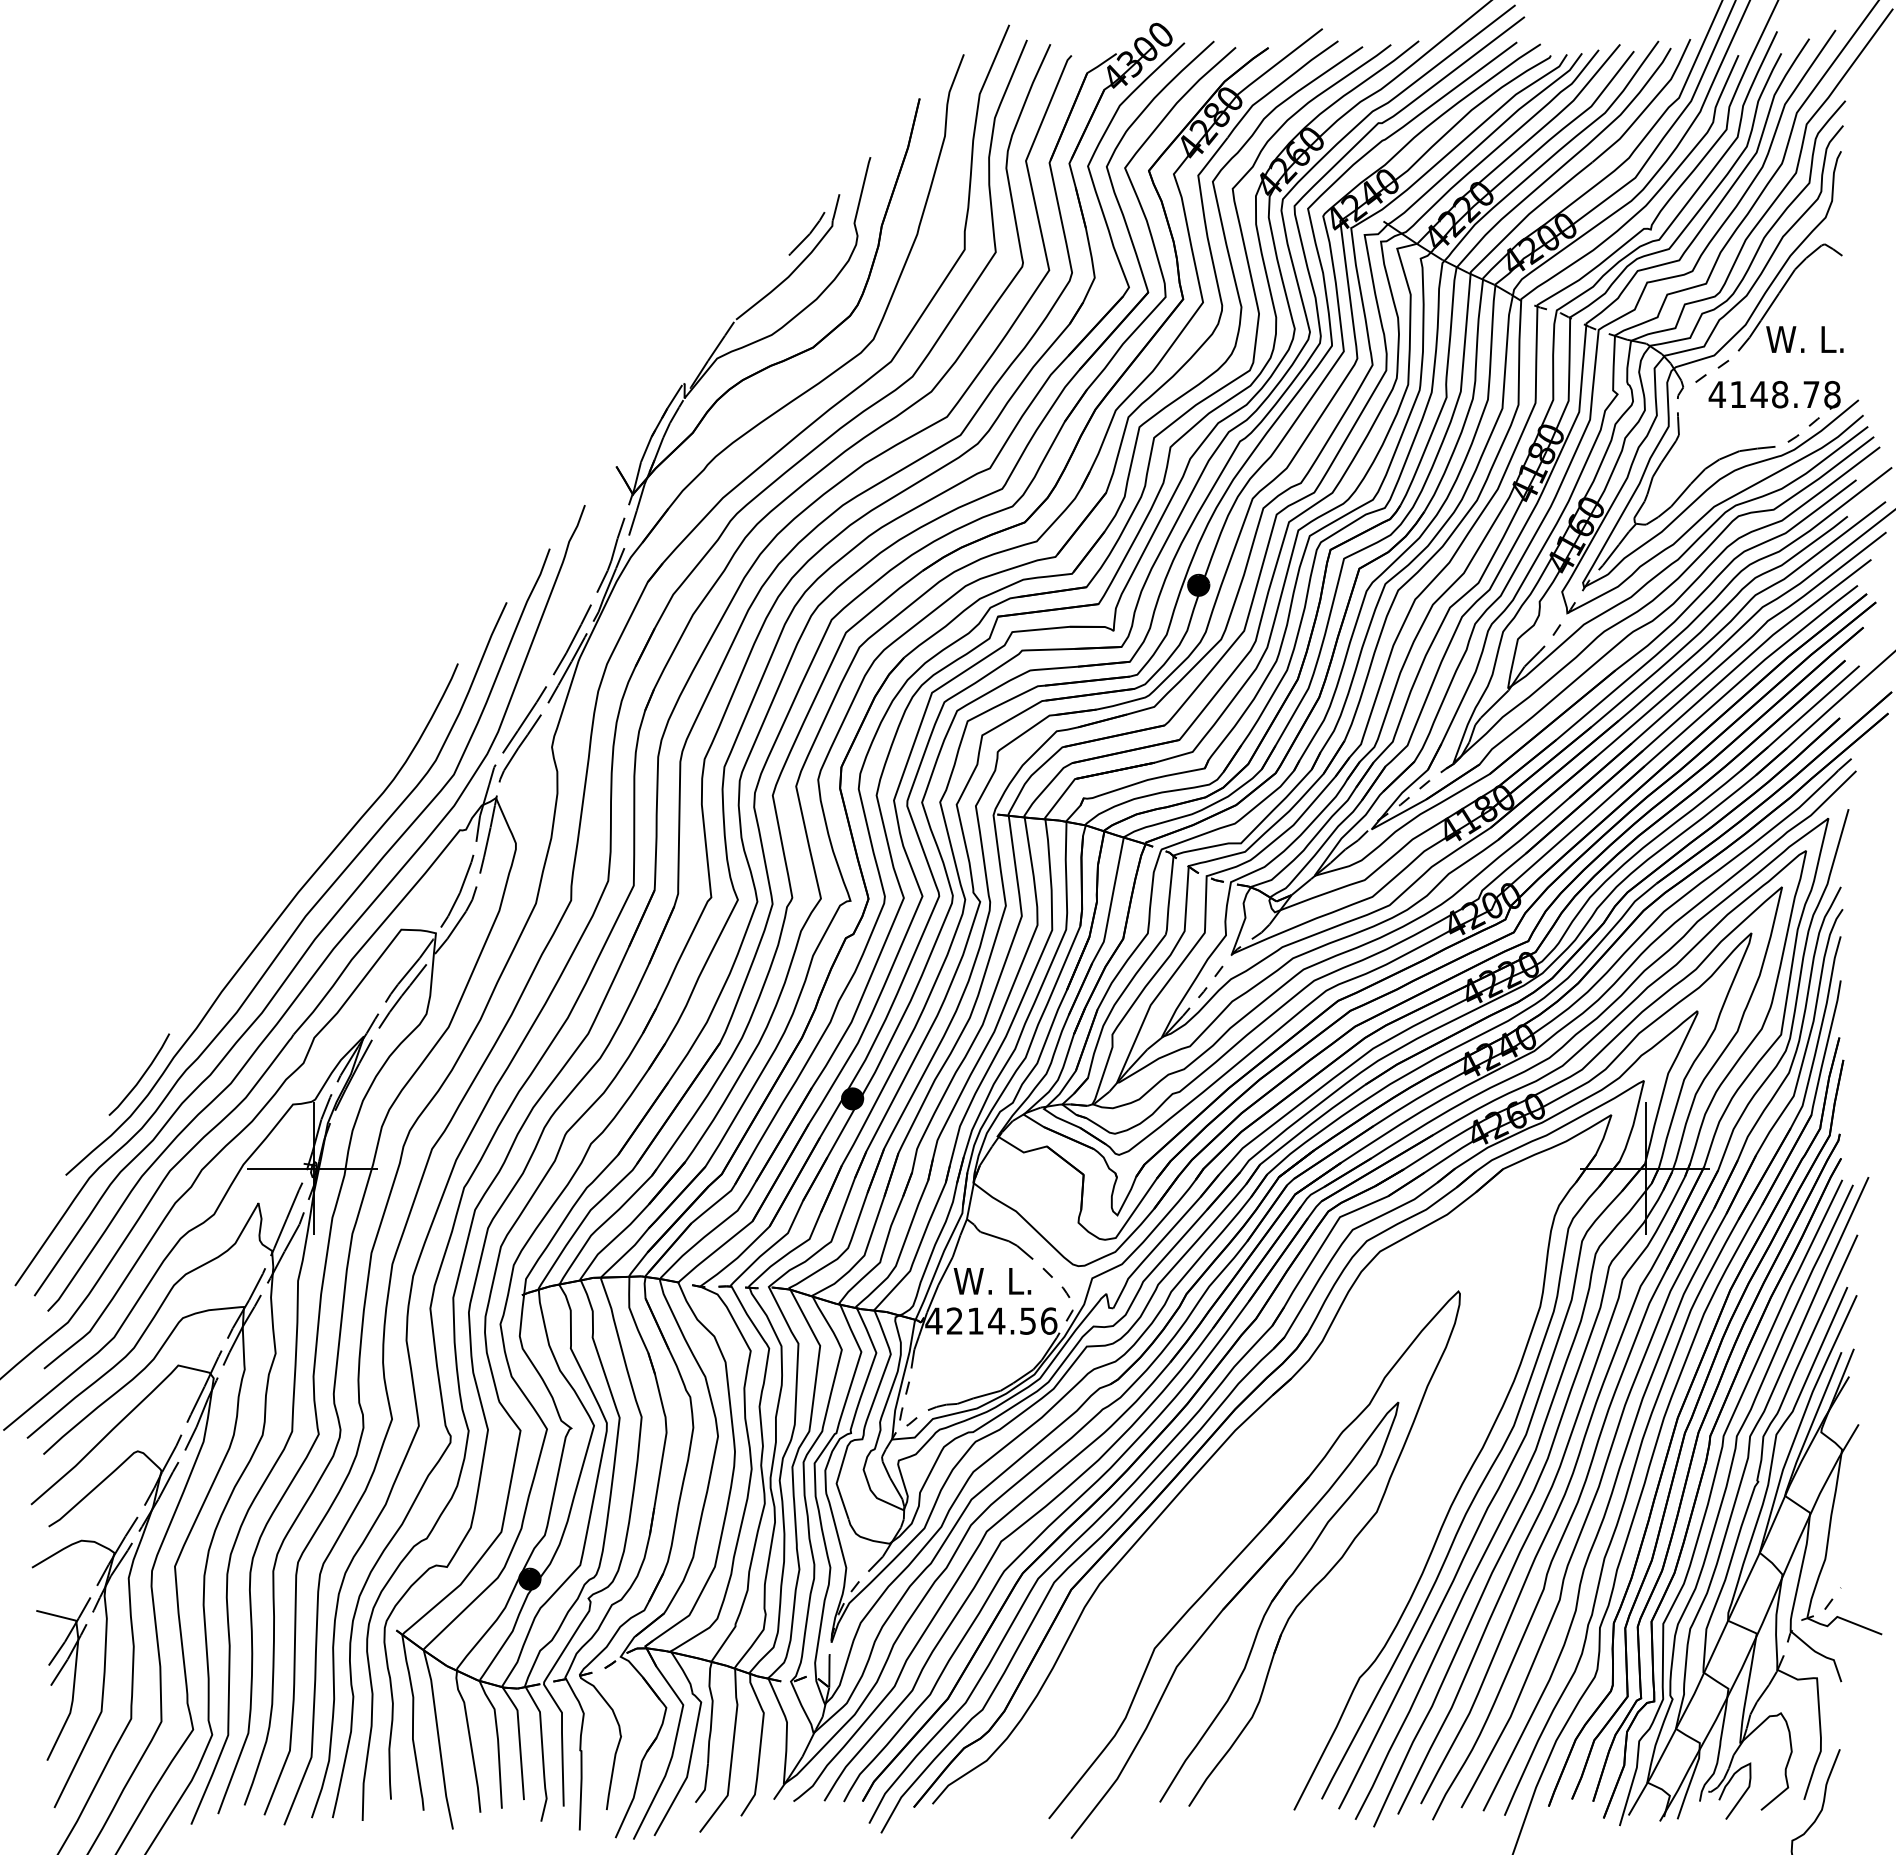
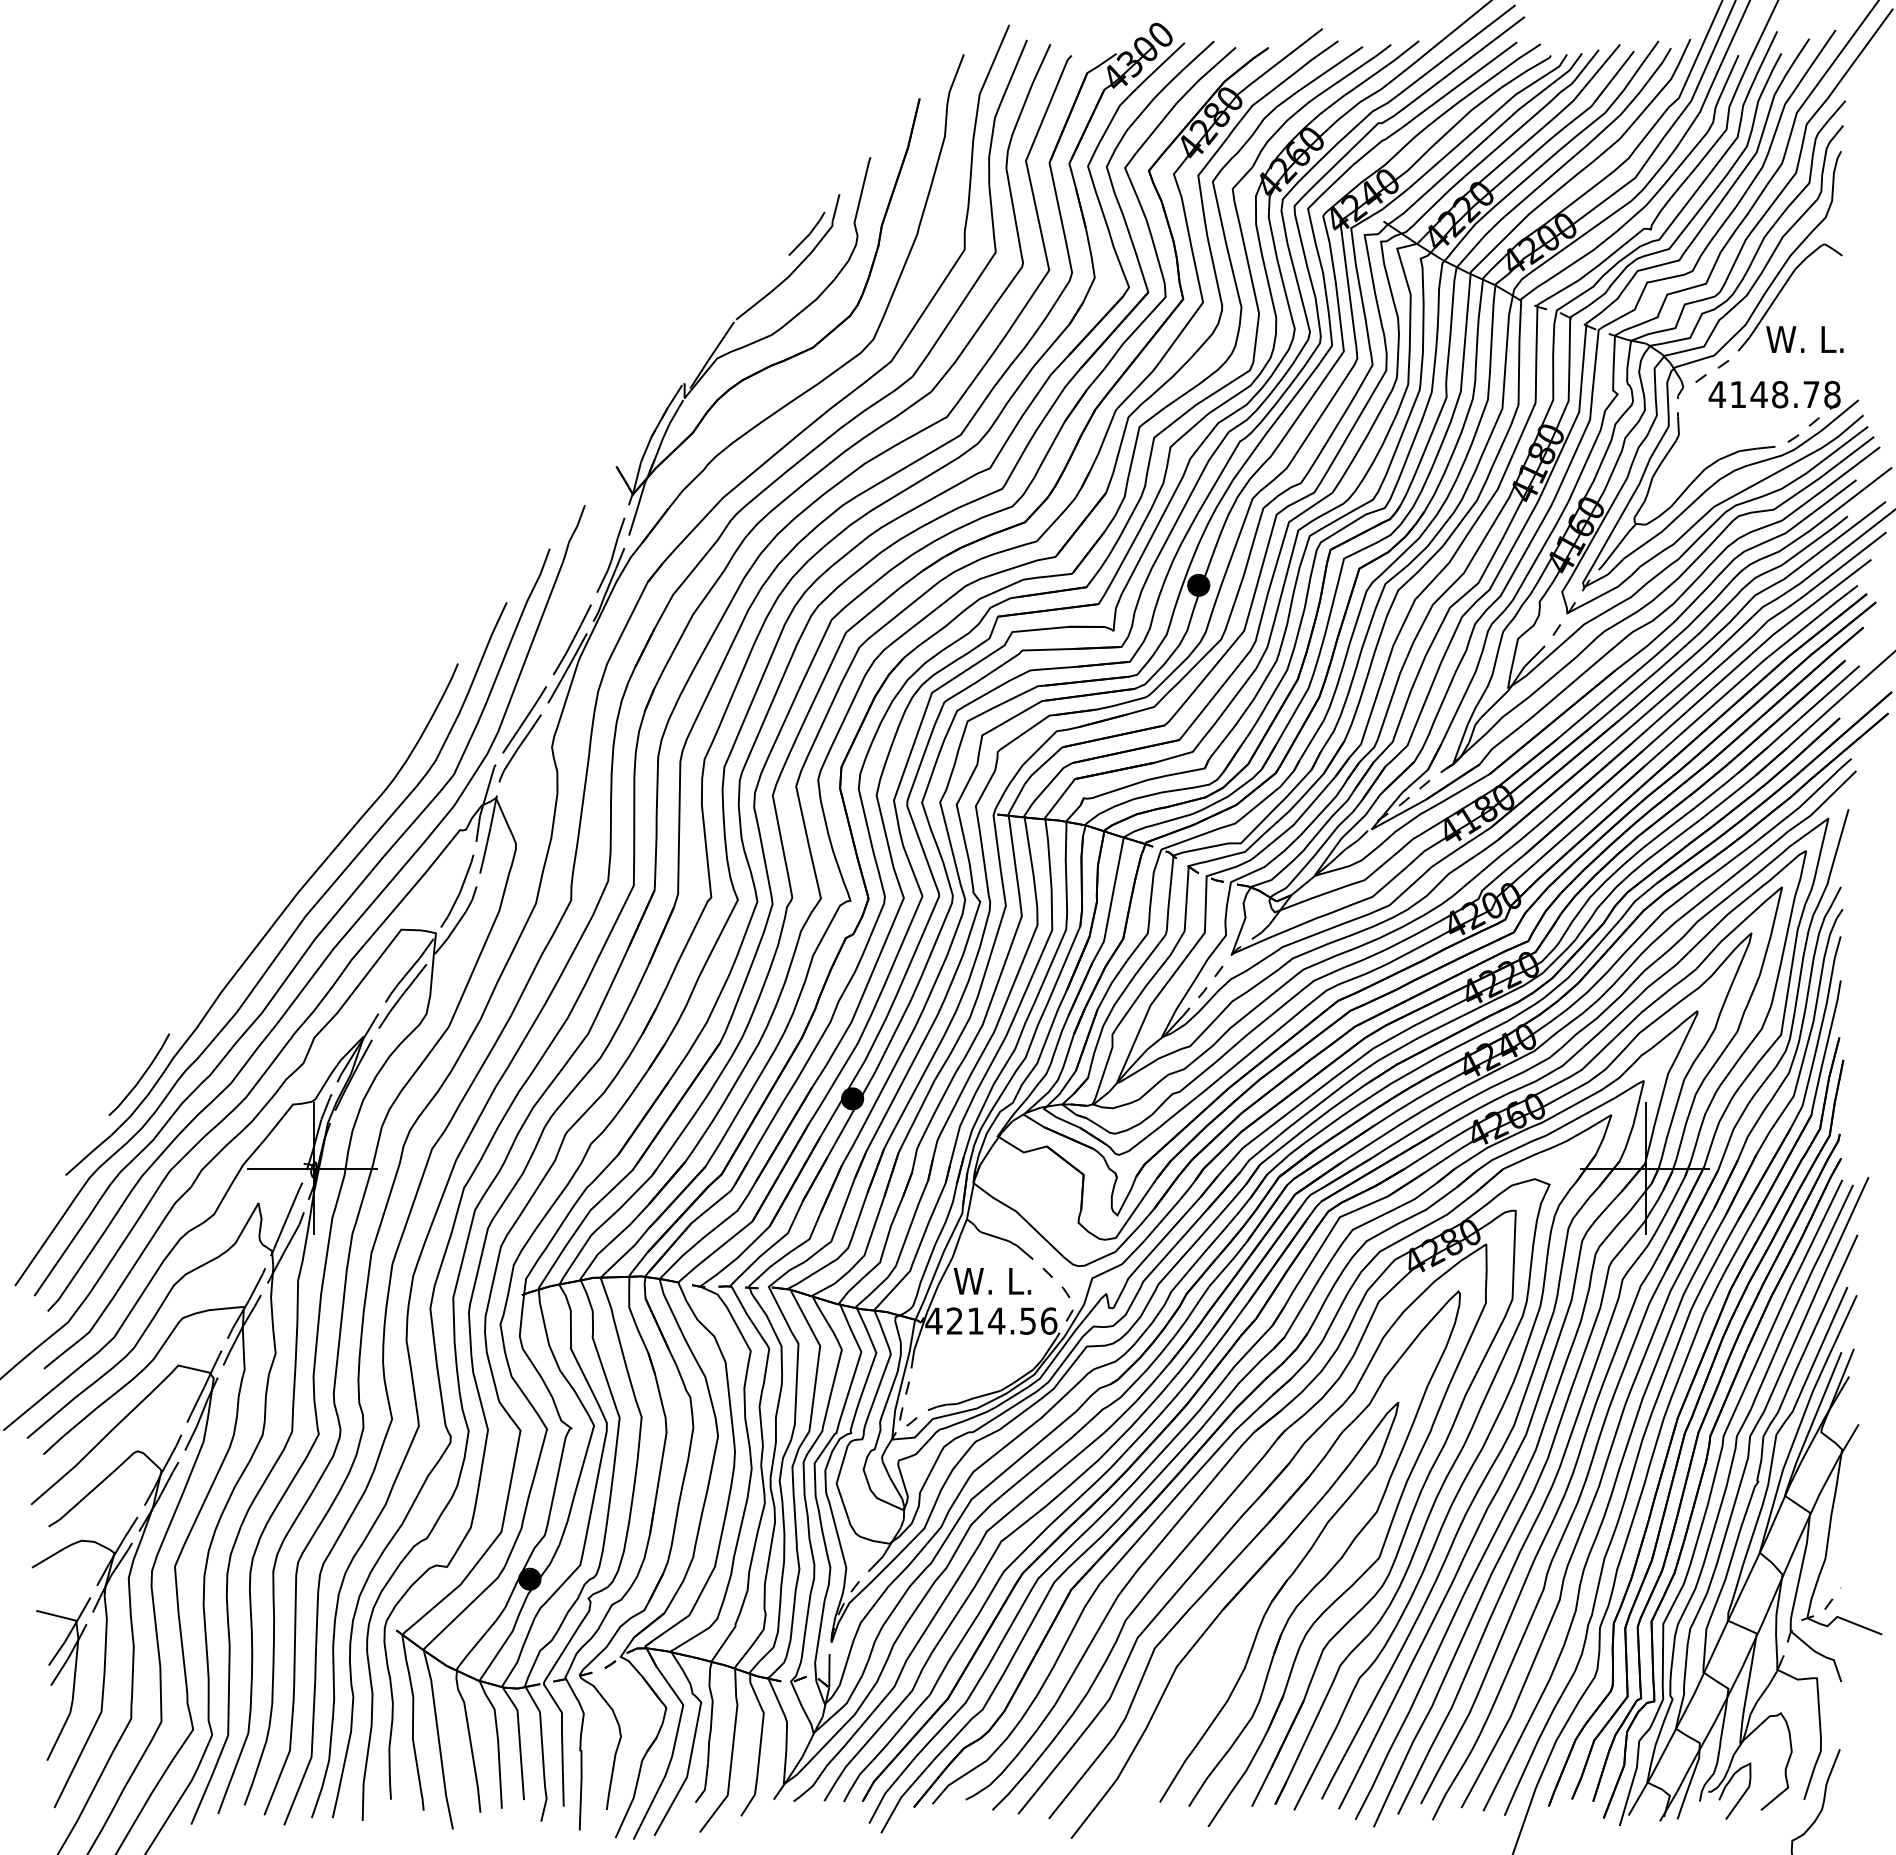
part at (1257, 1502): none -> present
